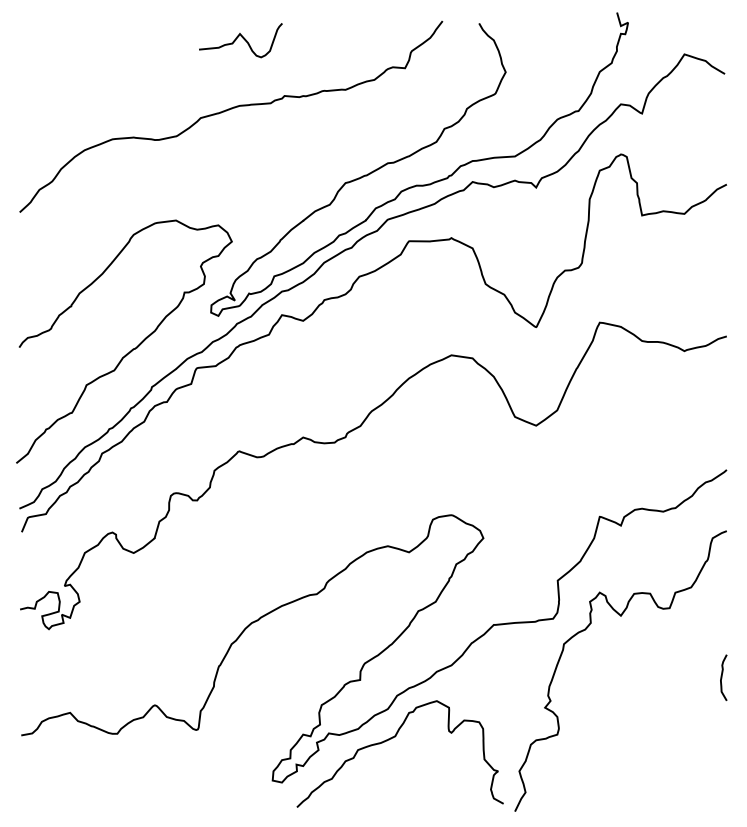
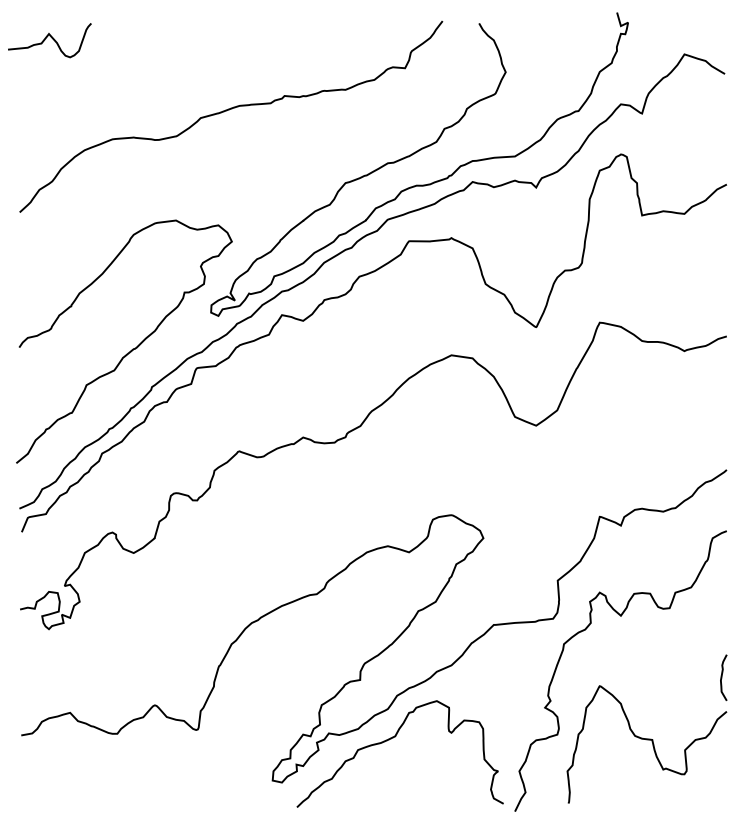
curve at (242, 38) position: (242, 38) -> (51, 38)
curve at (646, 740): none -> present
